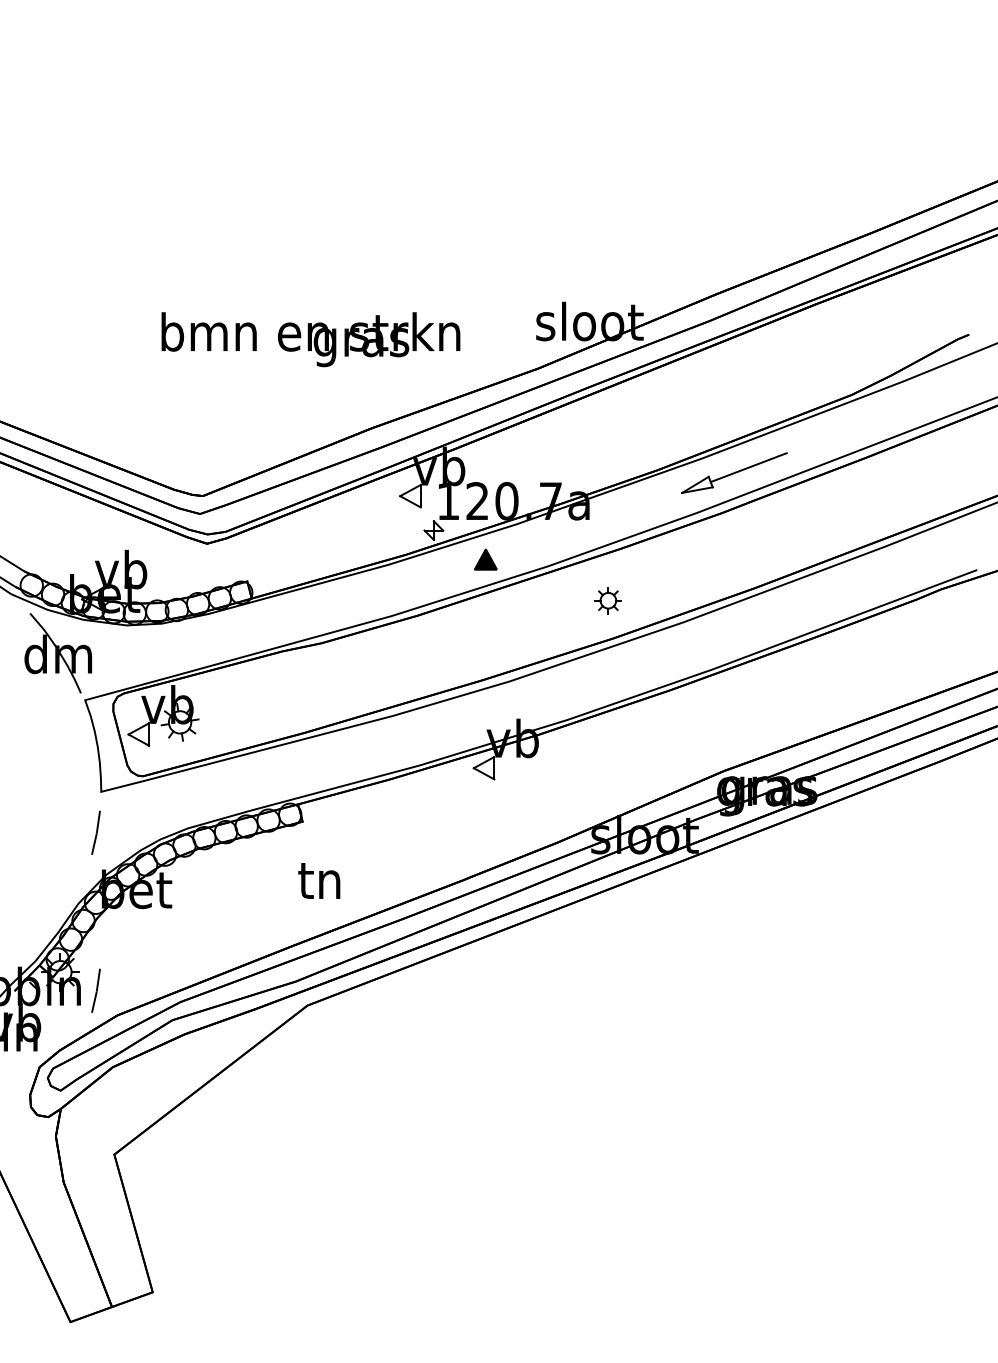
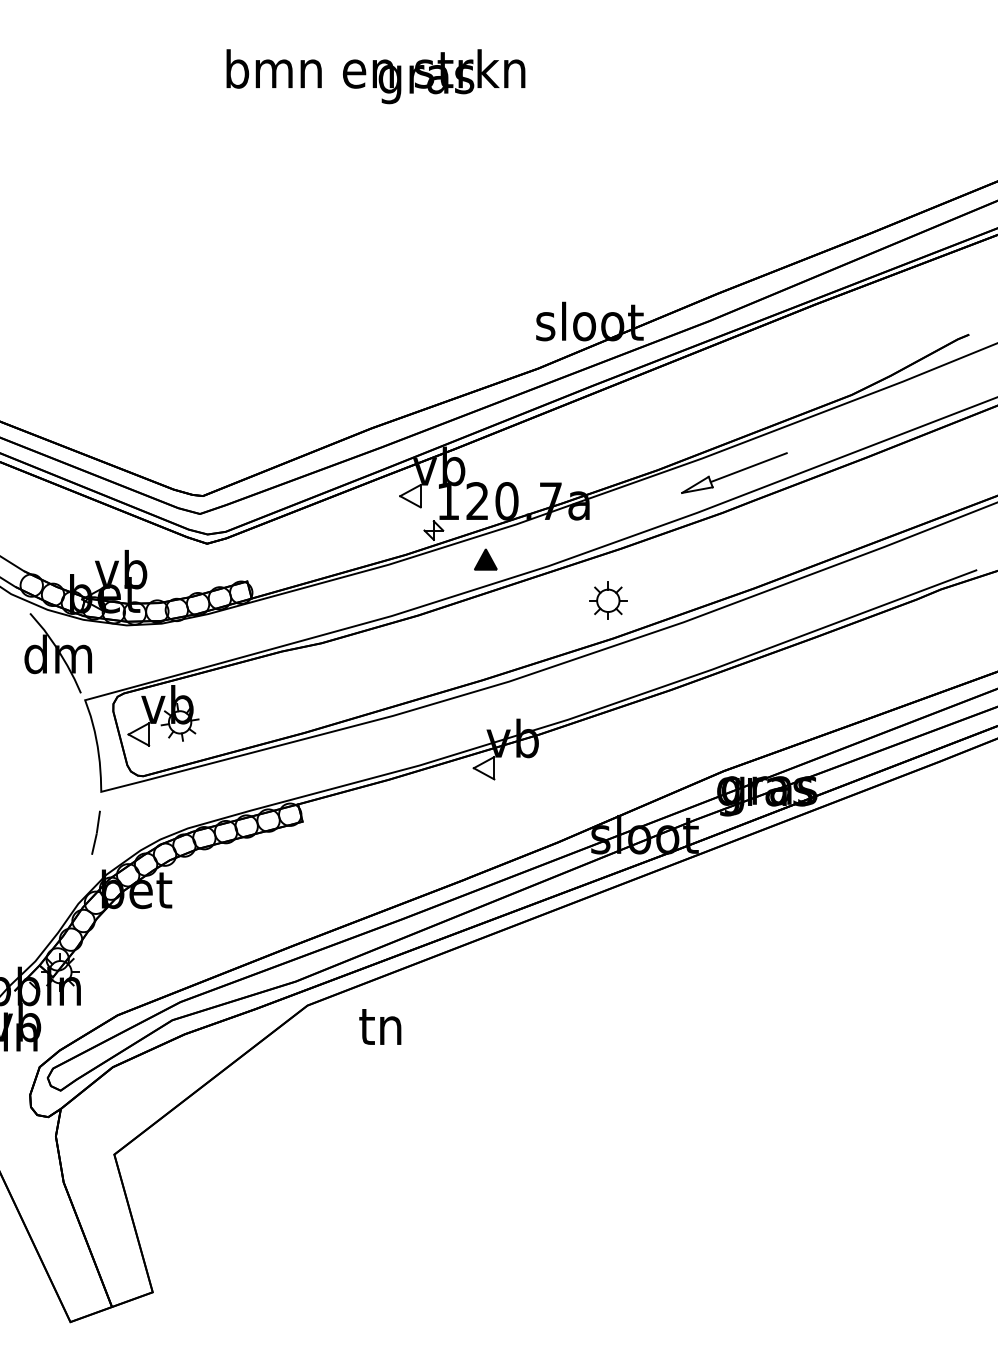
text at (310, 339) position: (310, 339) -> (375, 76)
part at (607, 600) size: 28x28 px -> 39x39 px
text at (319, 880) position: (319, 880) -> (380, 1026)
line at (96, 990): present -> none
